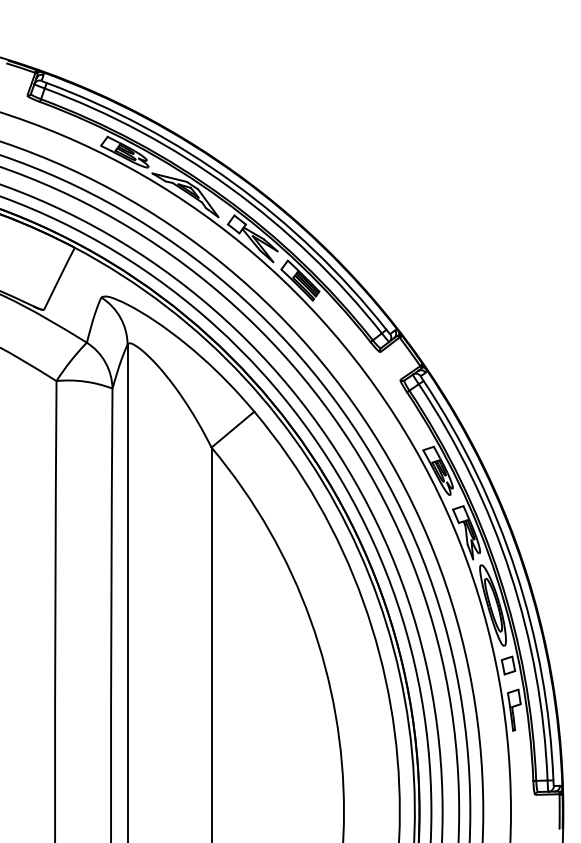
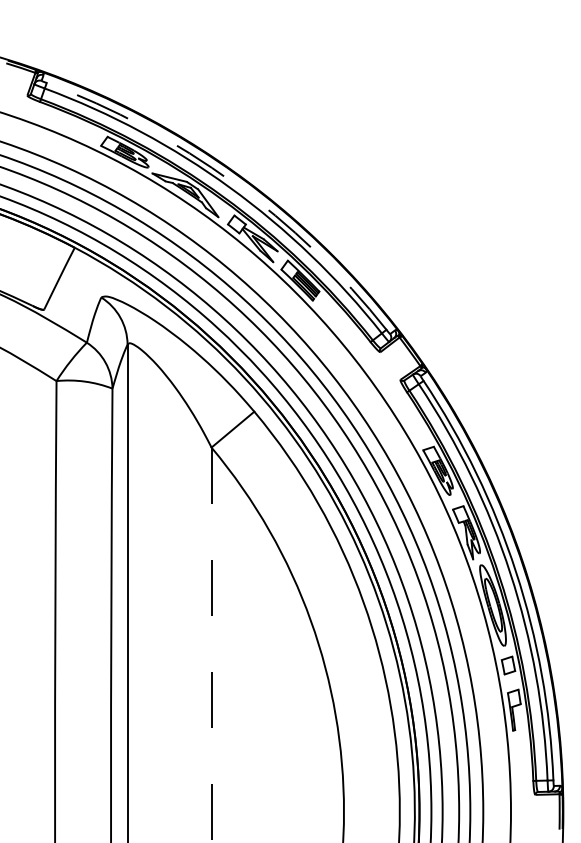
arc at (233, 183): solid -> dashed
line at (211, 645): solid -> dashed
